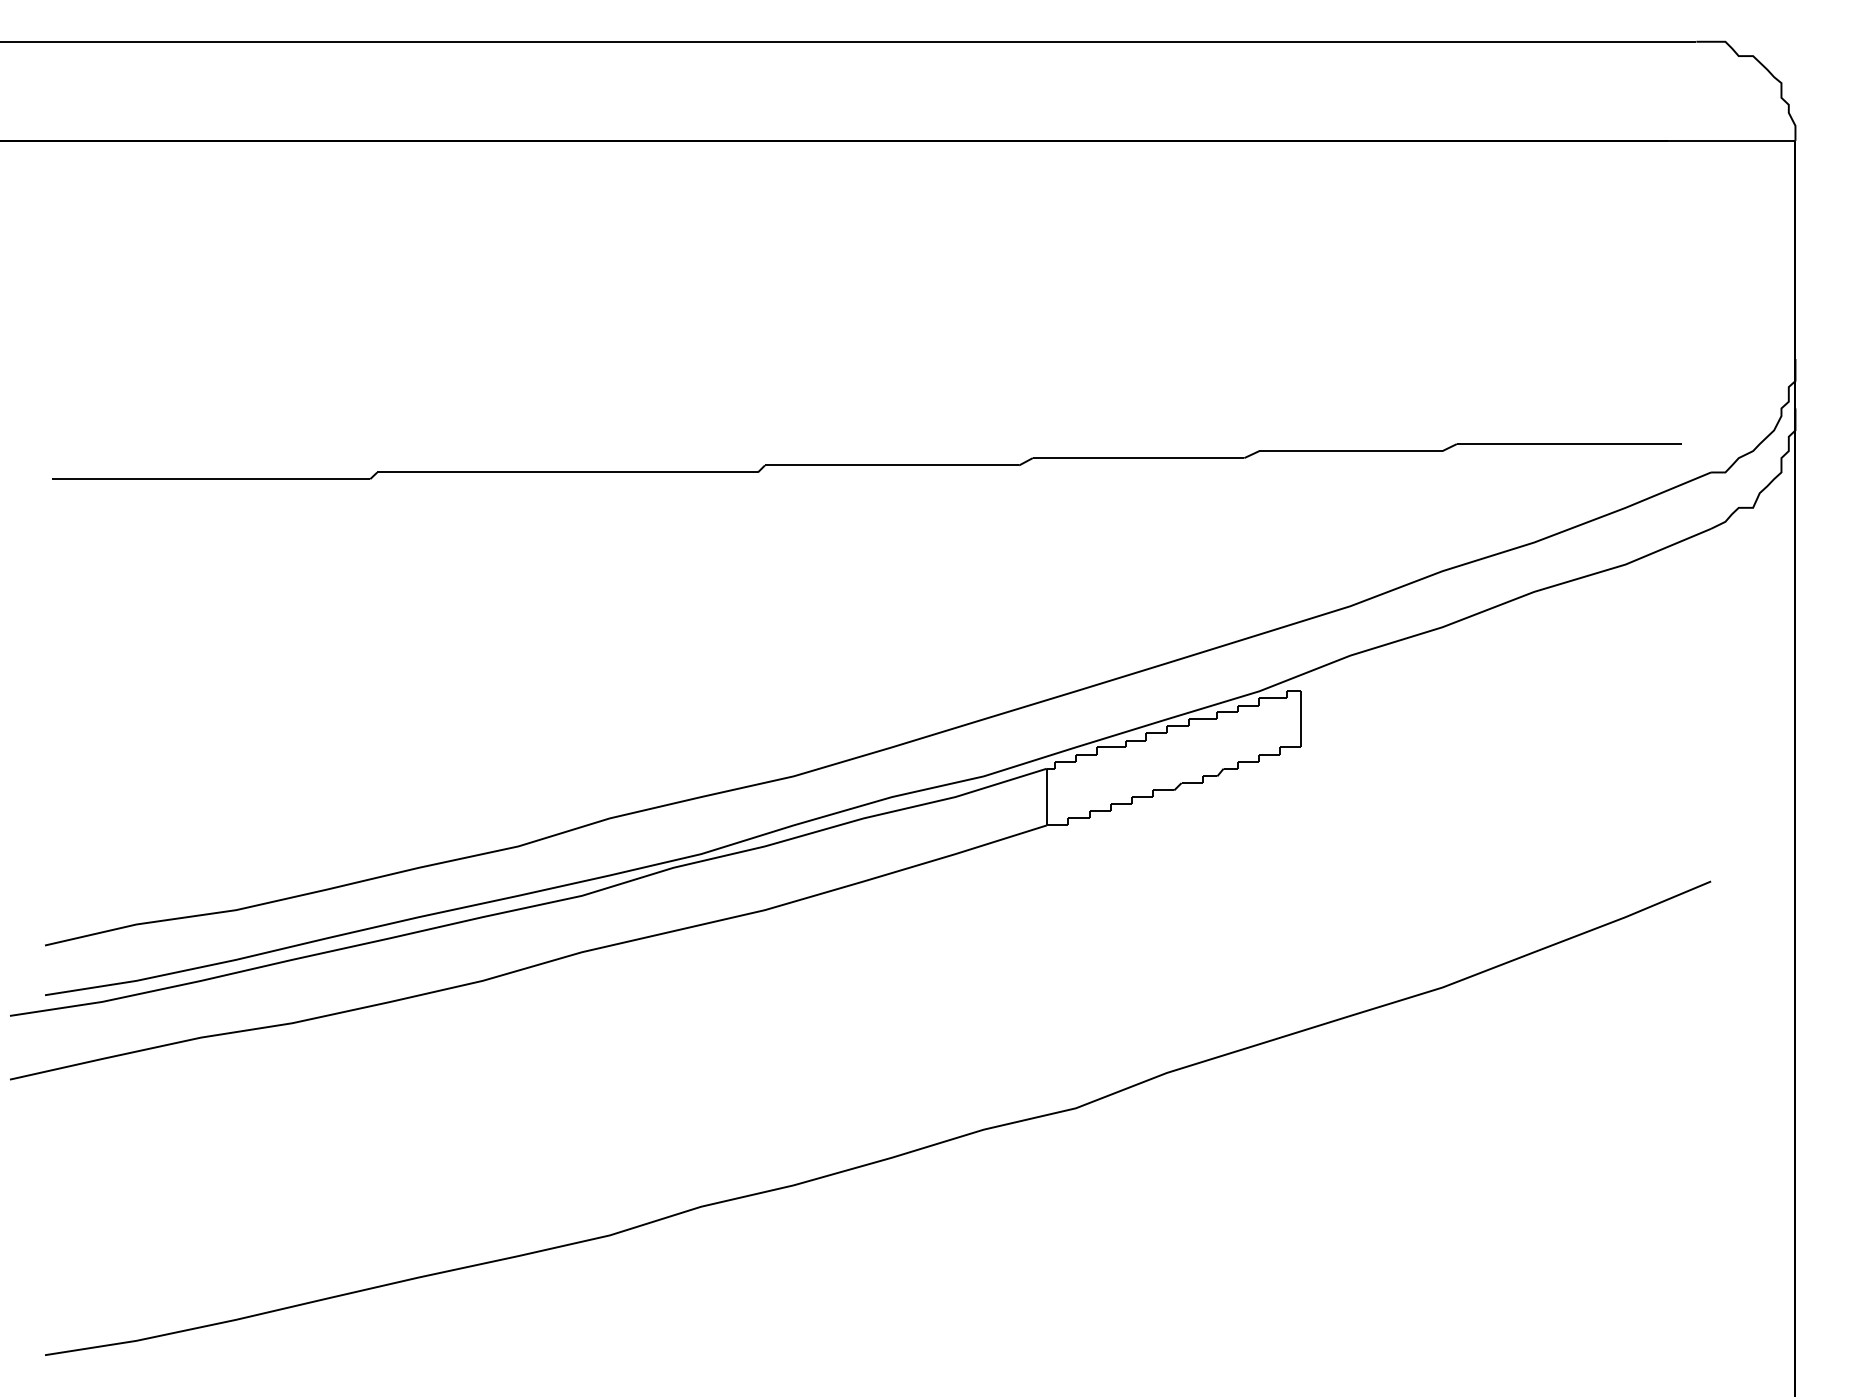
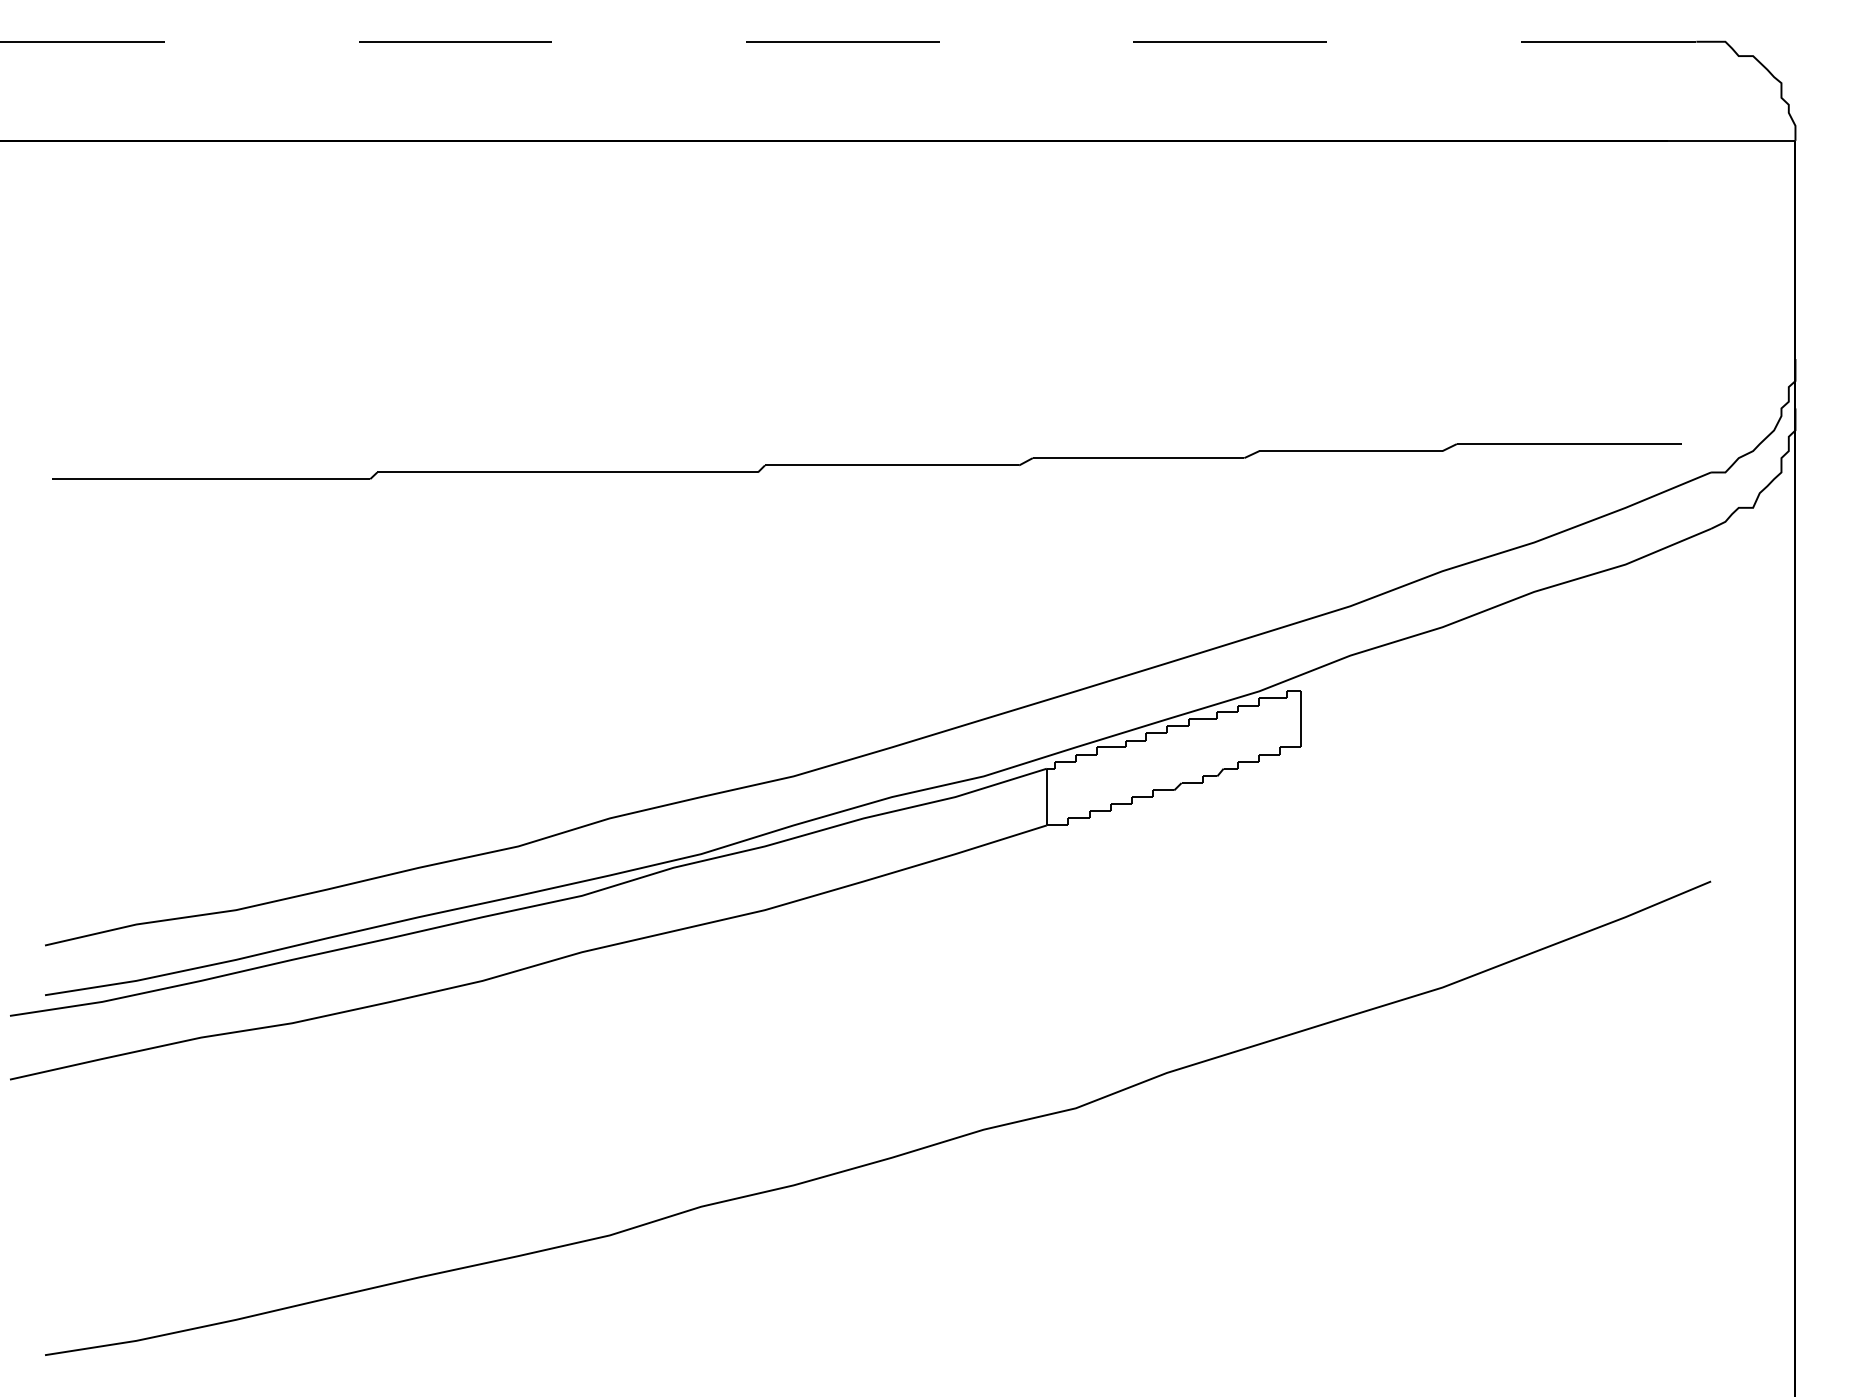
line at (848, 41): solid -> dashed
